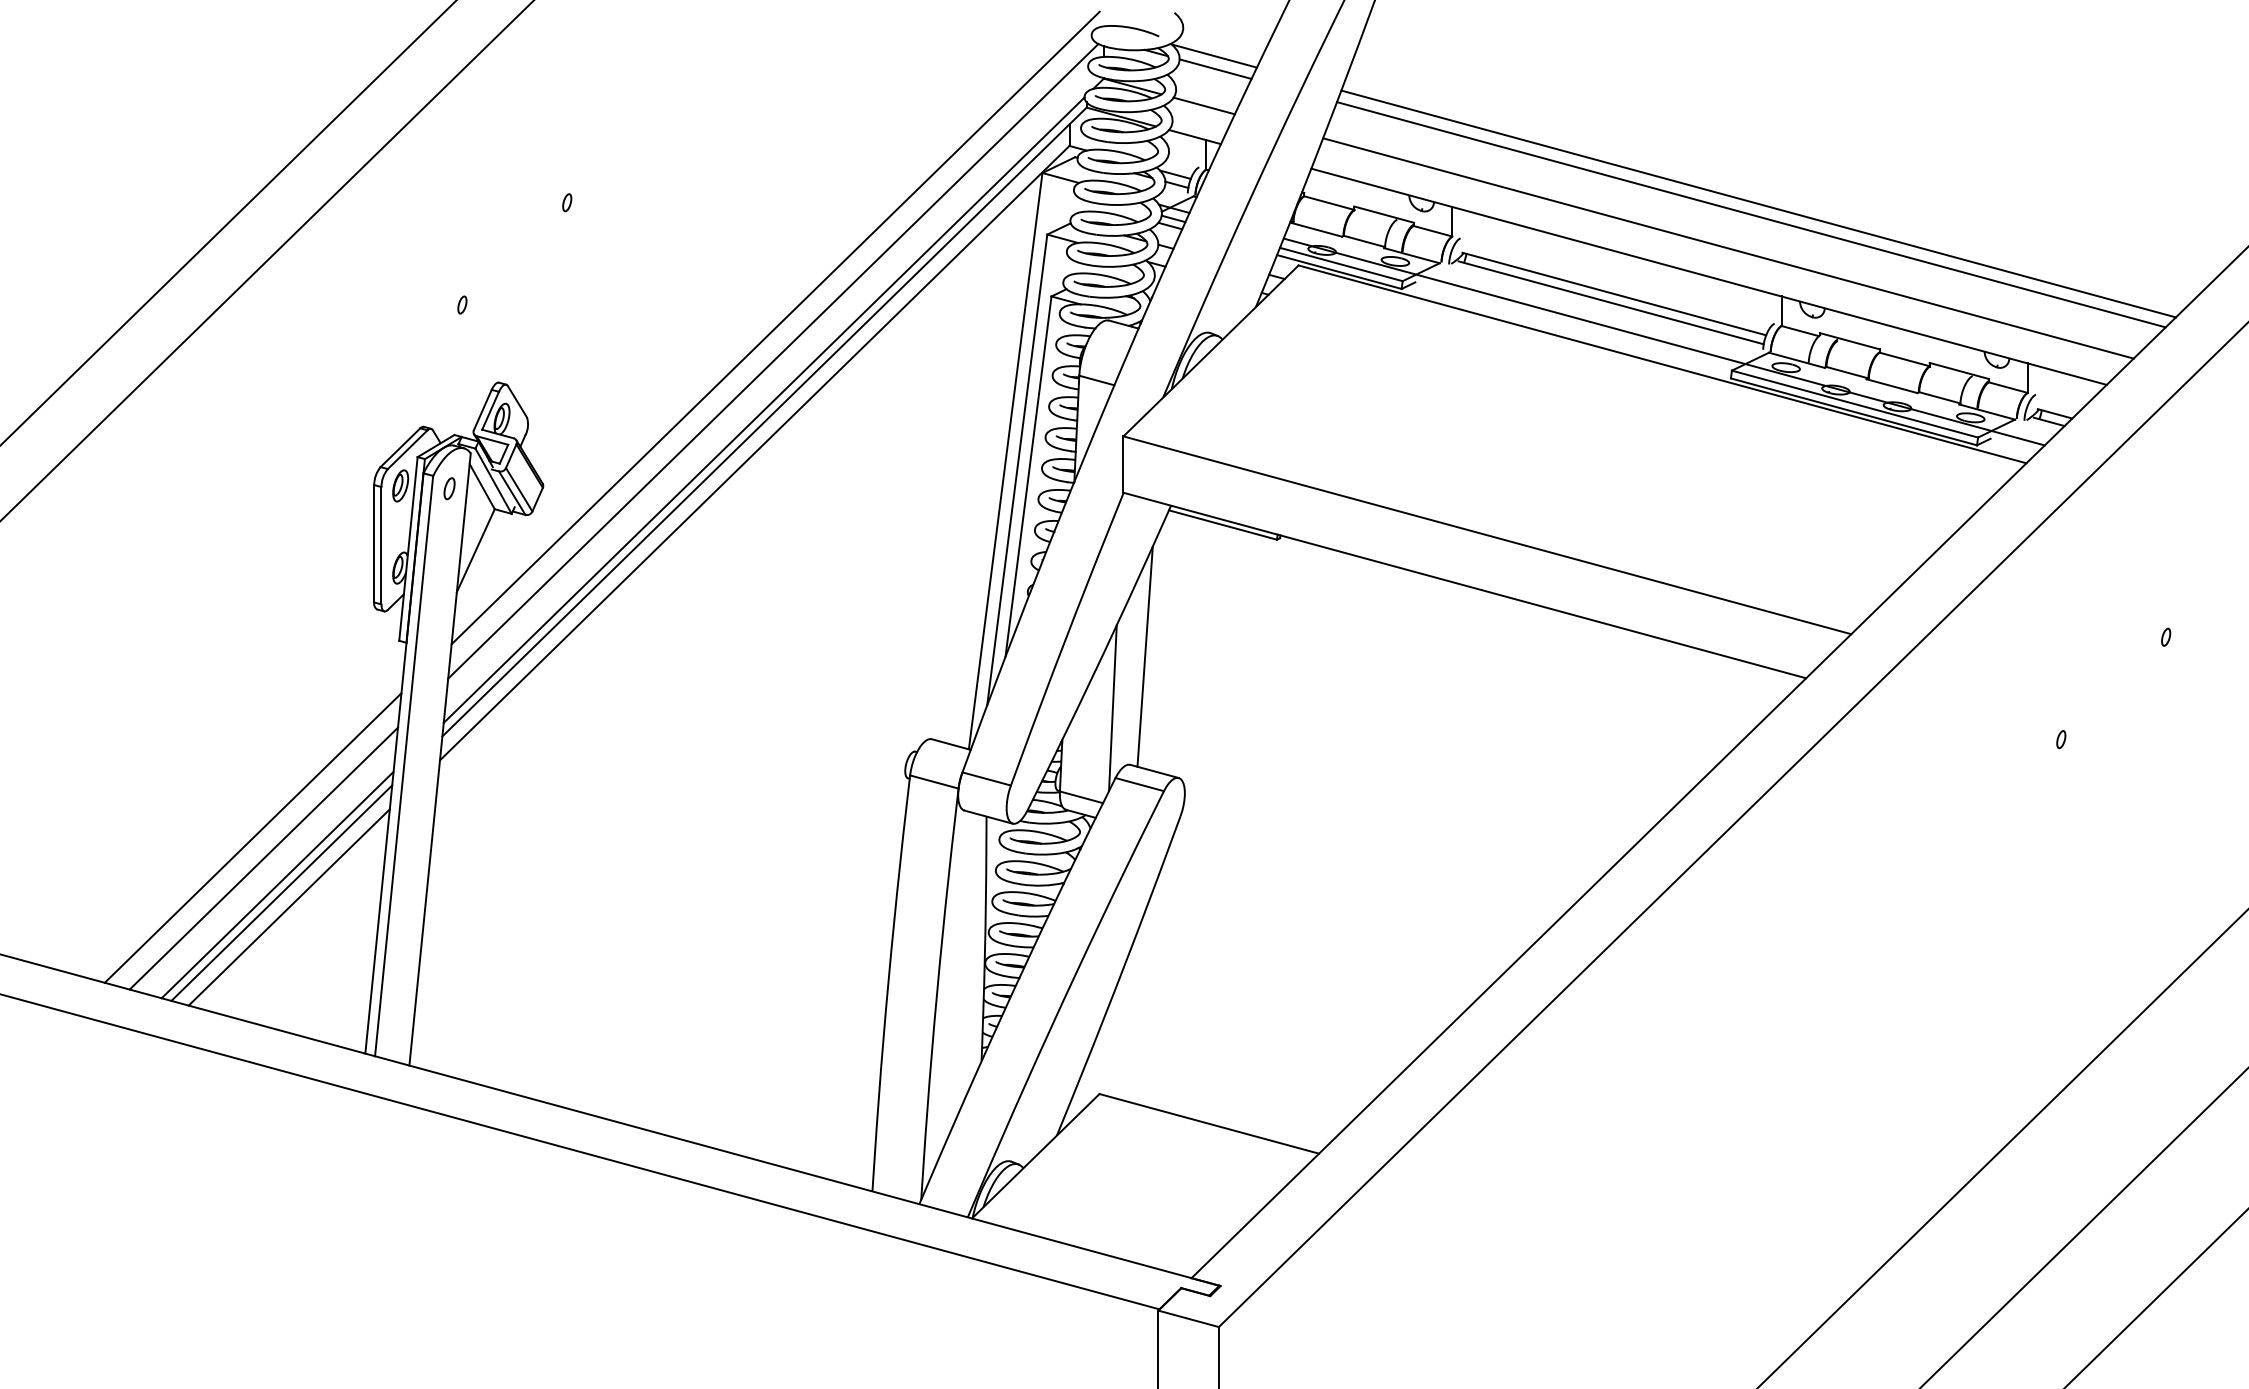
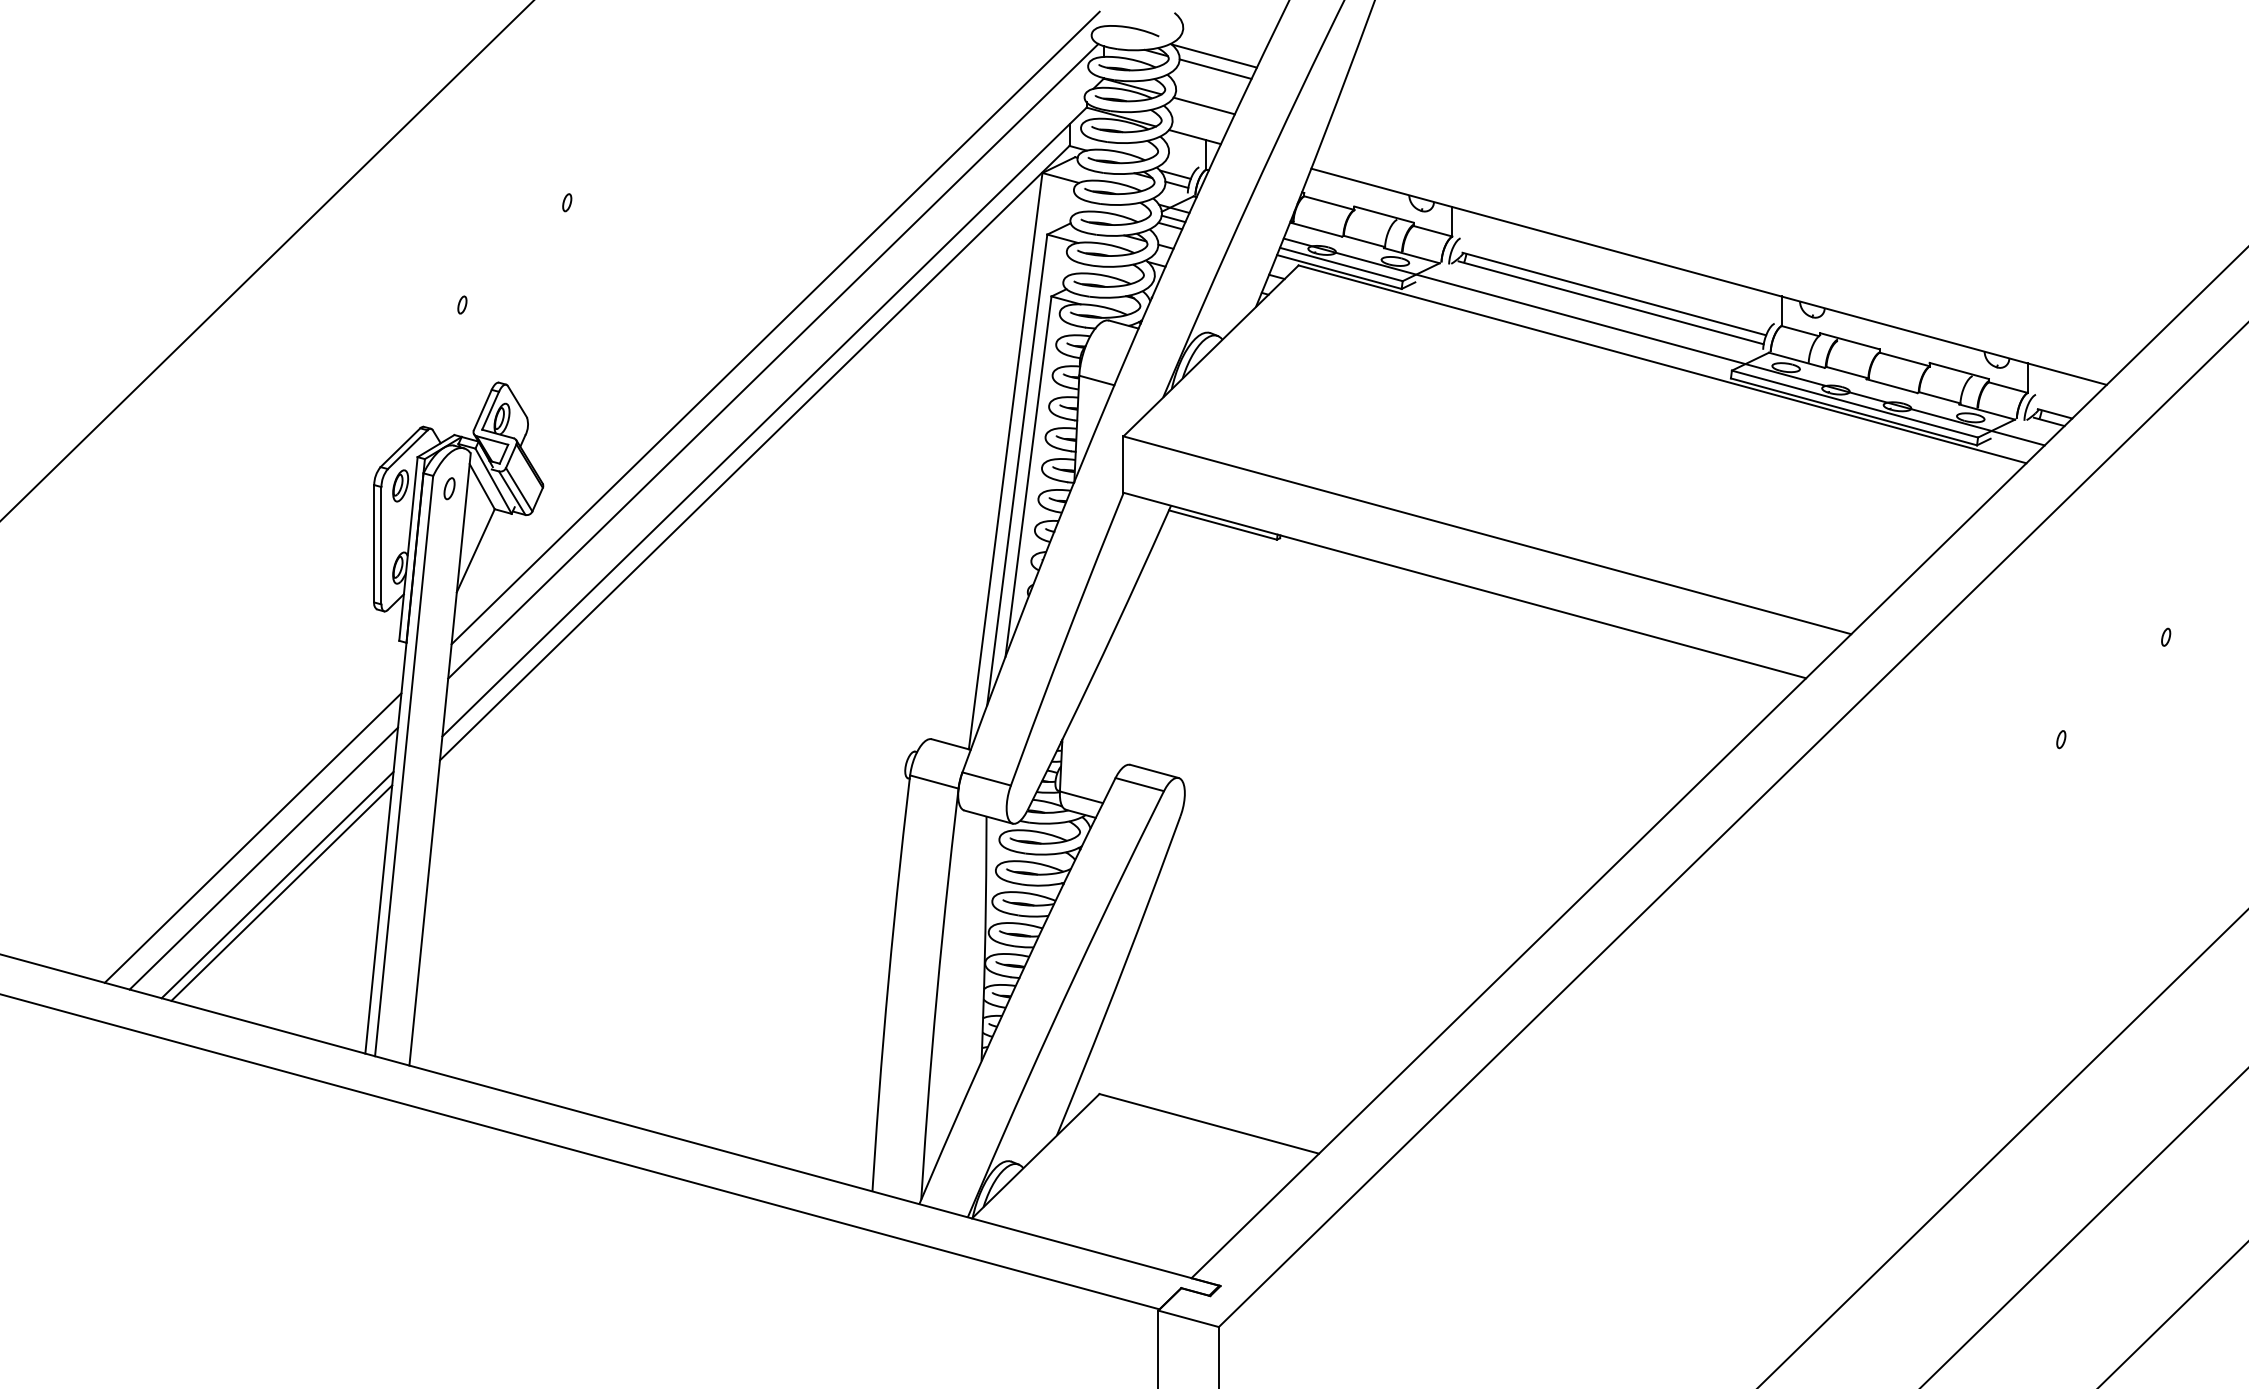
line at (1758, 203): present -> none
line at (1751, 214): present -> none
line at (228, 222): present -> none
line at (1728, 248): present -> none
line at (763, 409): present -> none
line at (1144, 656): present -> none
line at (1112, 708): present -> none
line at (288, 907): present -> none
line at (2156, 1298) position: (2156, 1298) -> (2172, 1314)
